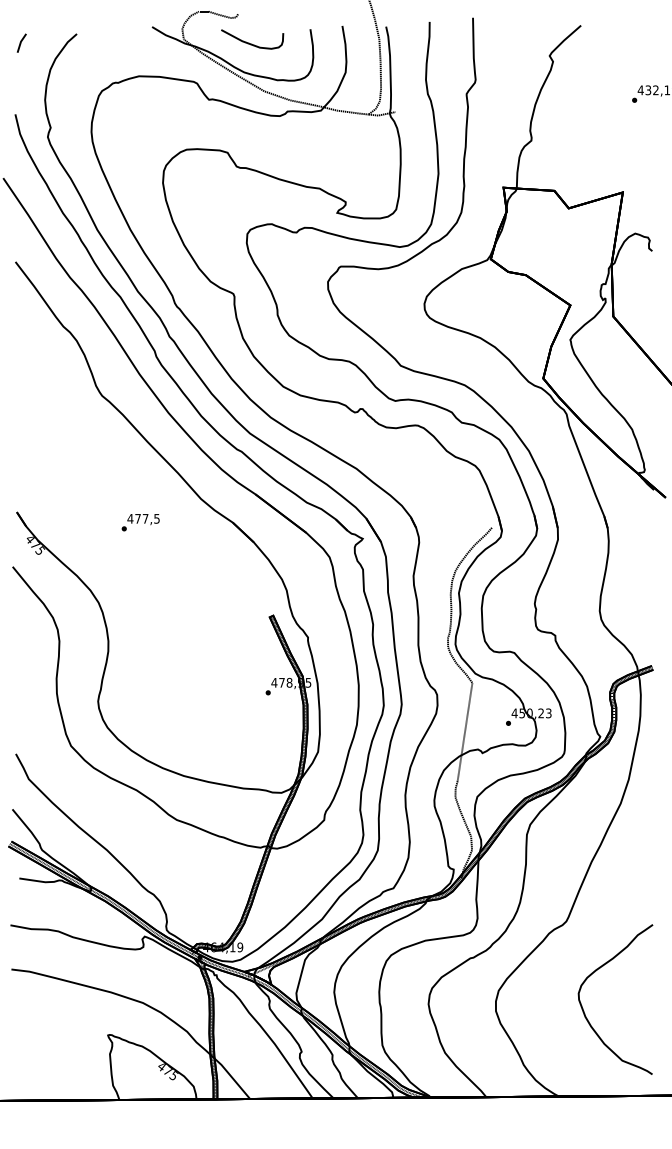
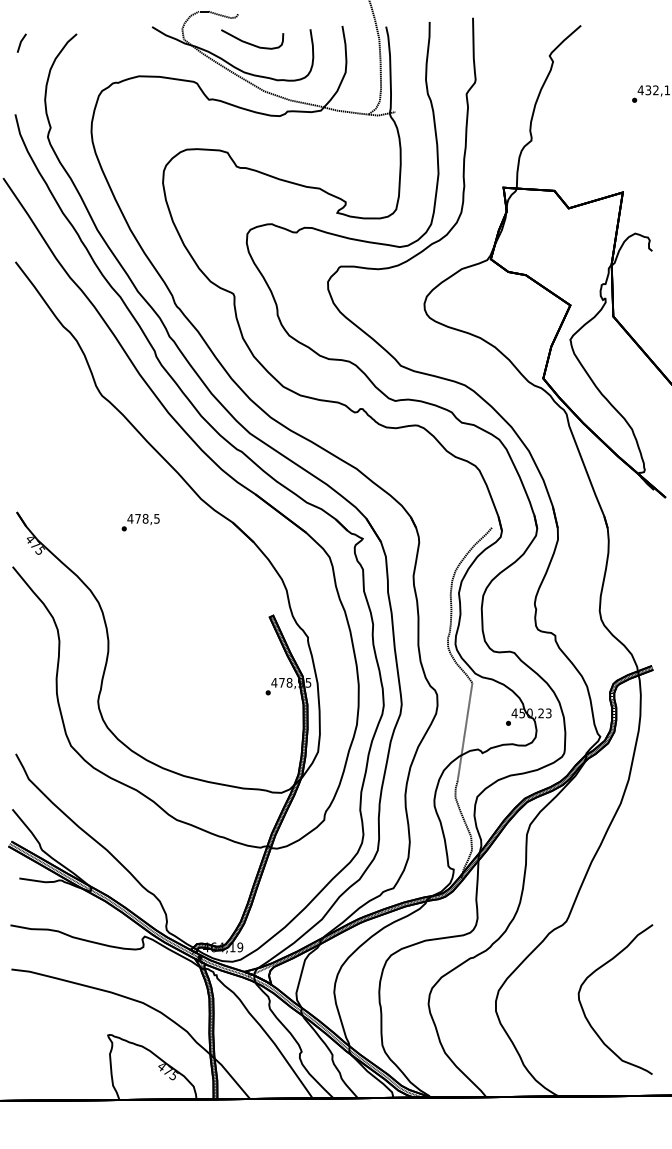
text at (145, 518): 477,5 -> 478,5
